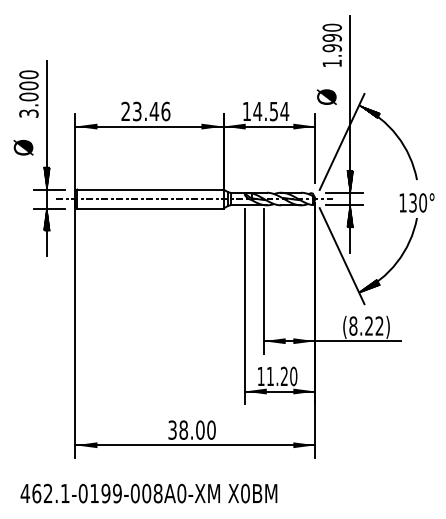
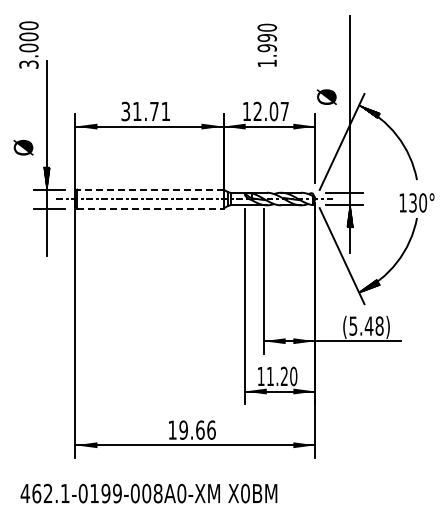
text at (331, 44) position: (331, 44) -> (266, 44)
text at (28, 93) position: (28, 93) -> (28, 44)
text at (145, 111): 23.46 -> 31.71
text at (271, 111): 14.54 -> 12.07
hatch at (350, 181): present -> none
line at (149, 189): solid -> dashed
line at (150, 208): solid -> dashed
hatch at (46, 219): present -> none
text at (366, 325): (8.22) -> (5.48)
text at (191, 429): 38.00 -> 19.66
